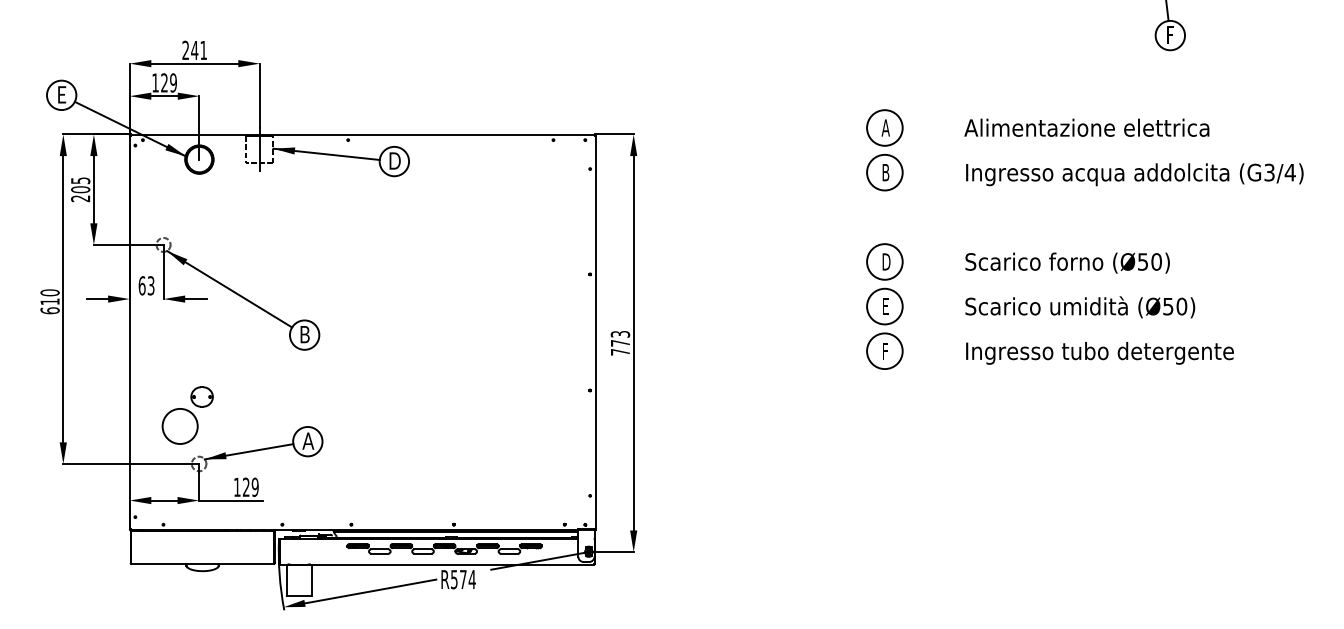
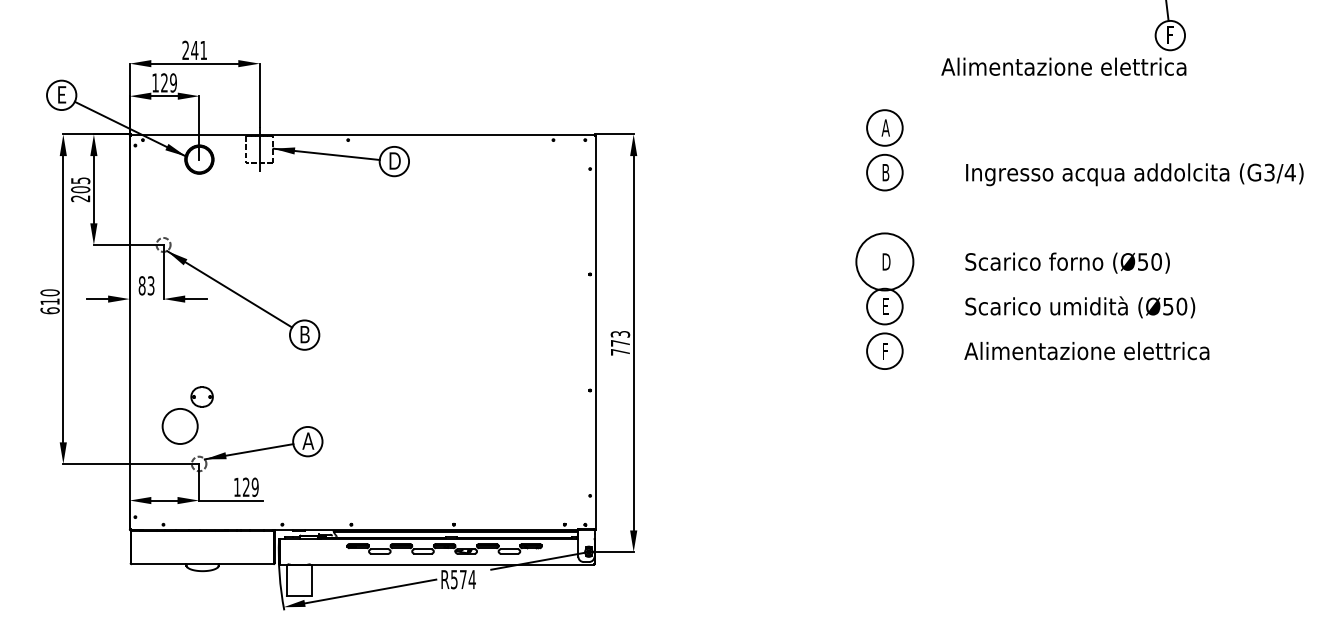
text at (1086, 127) position: (1086, 127) -> (1063, 66)
circle at (884, 261) diameter: 36 px -> 57 px
text at (141, 285): 63 -> 83
text at (1098, 352): Ingresso tubo detergente -> Alimentazione elettrica
